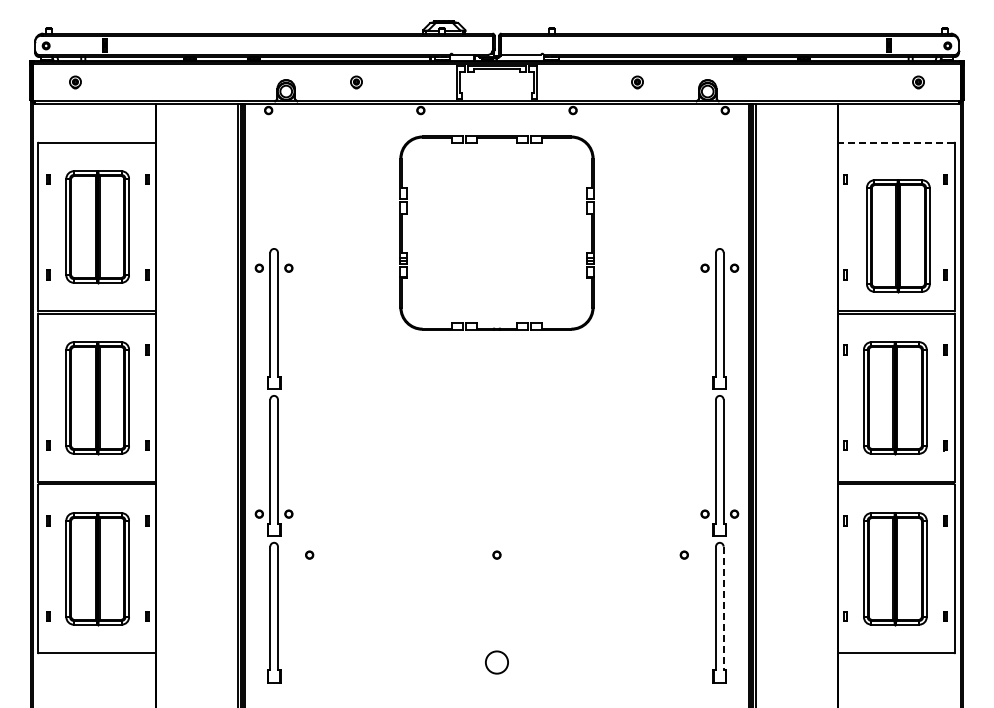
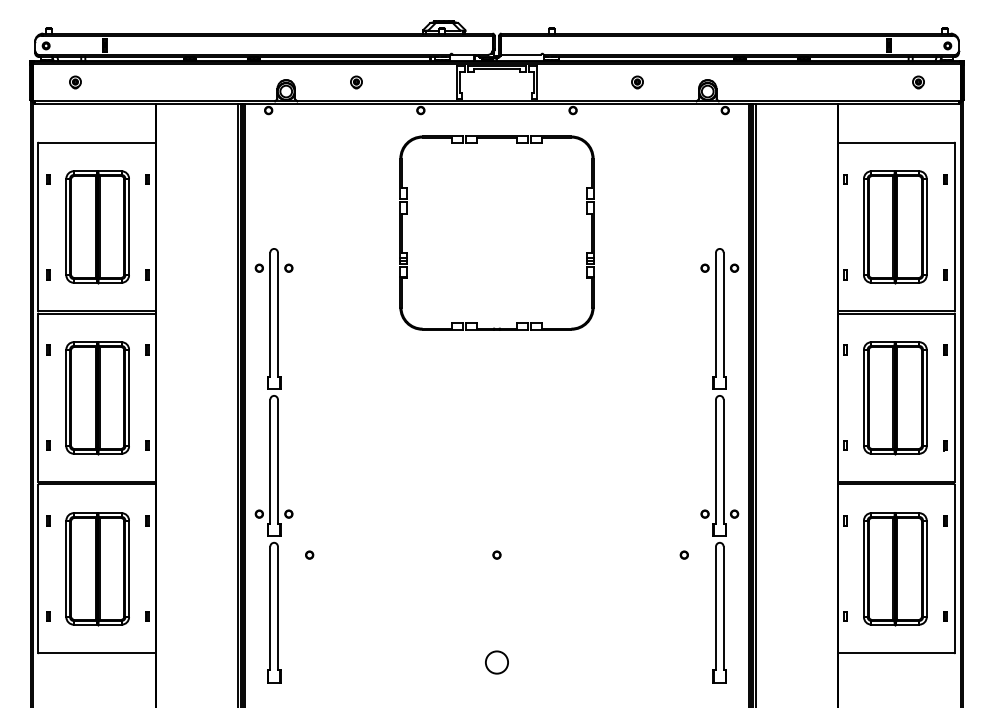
line at (895, 142): dashed -> solid
part at (898, 236) position: (898, 236) -> (895, 227)
part at (48, 349): none -> present
line at (723, 608): dashed -> solid
